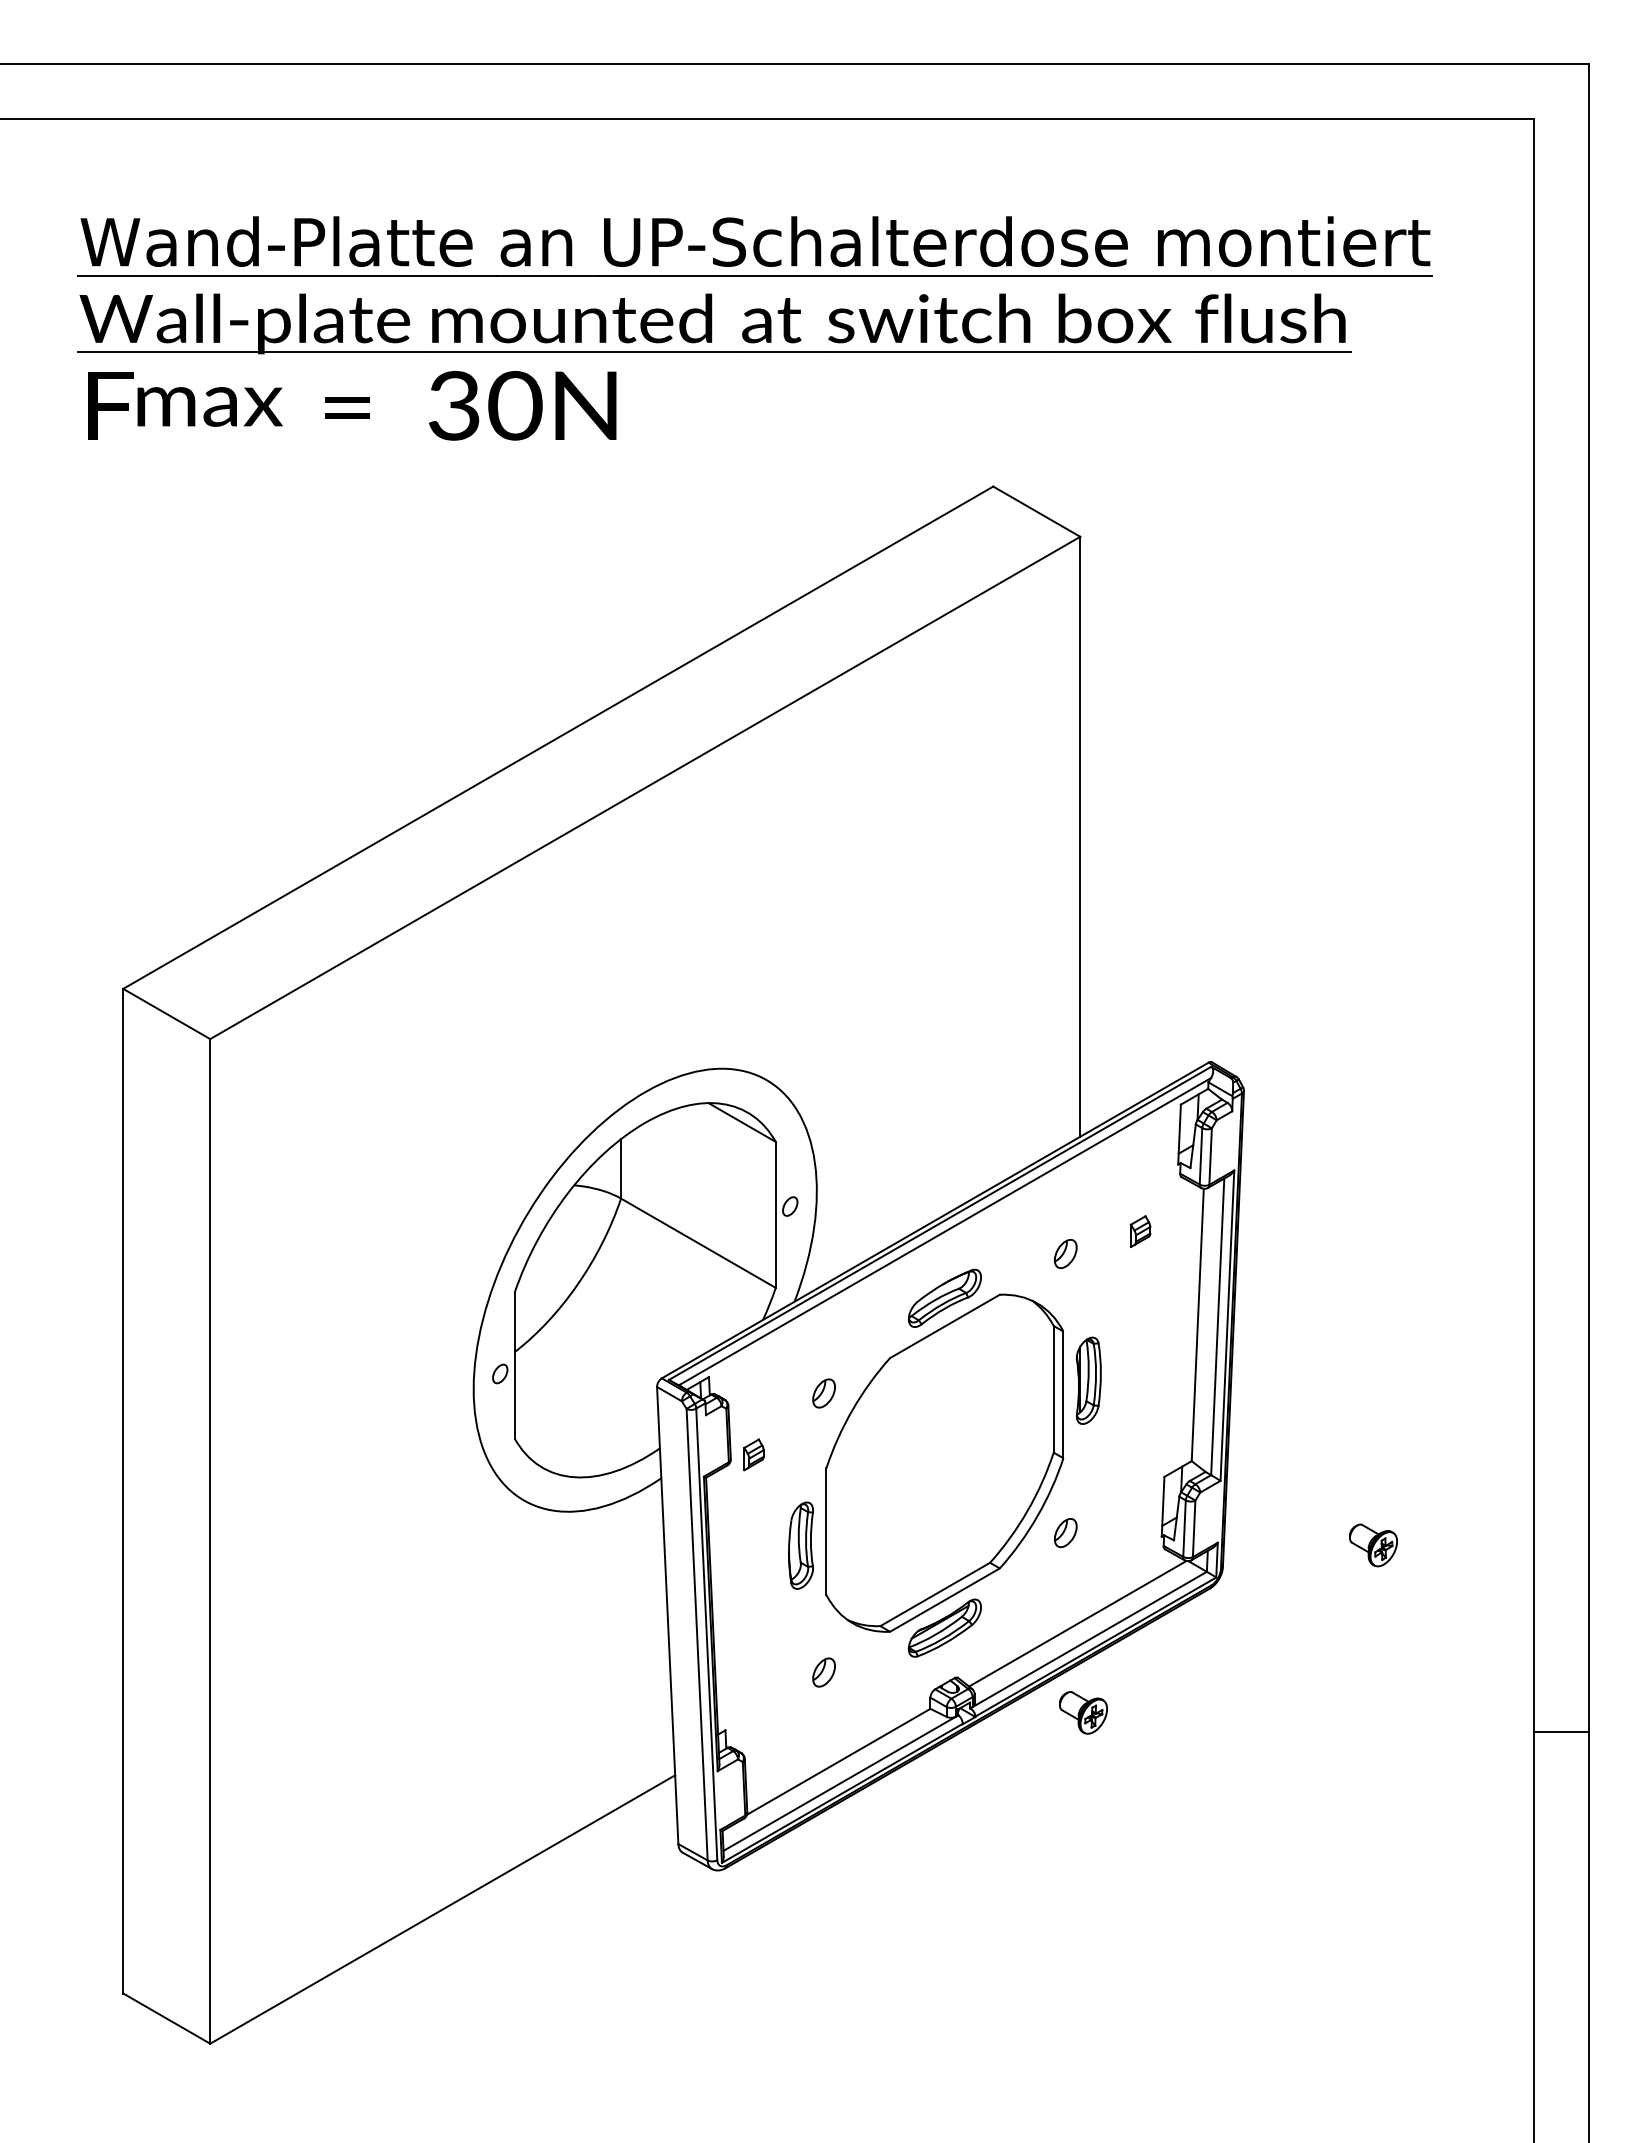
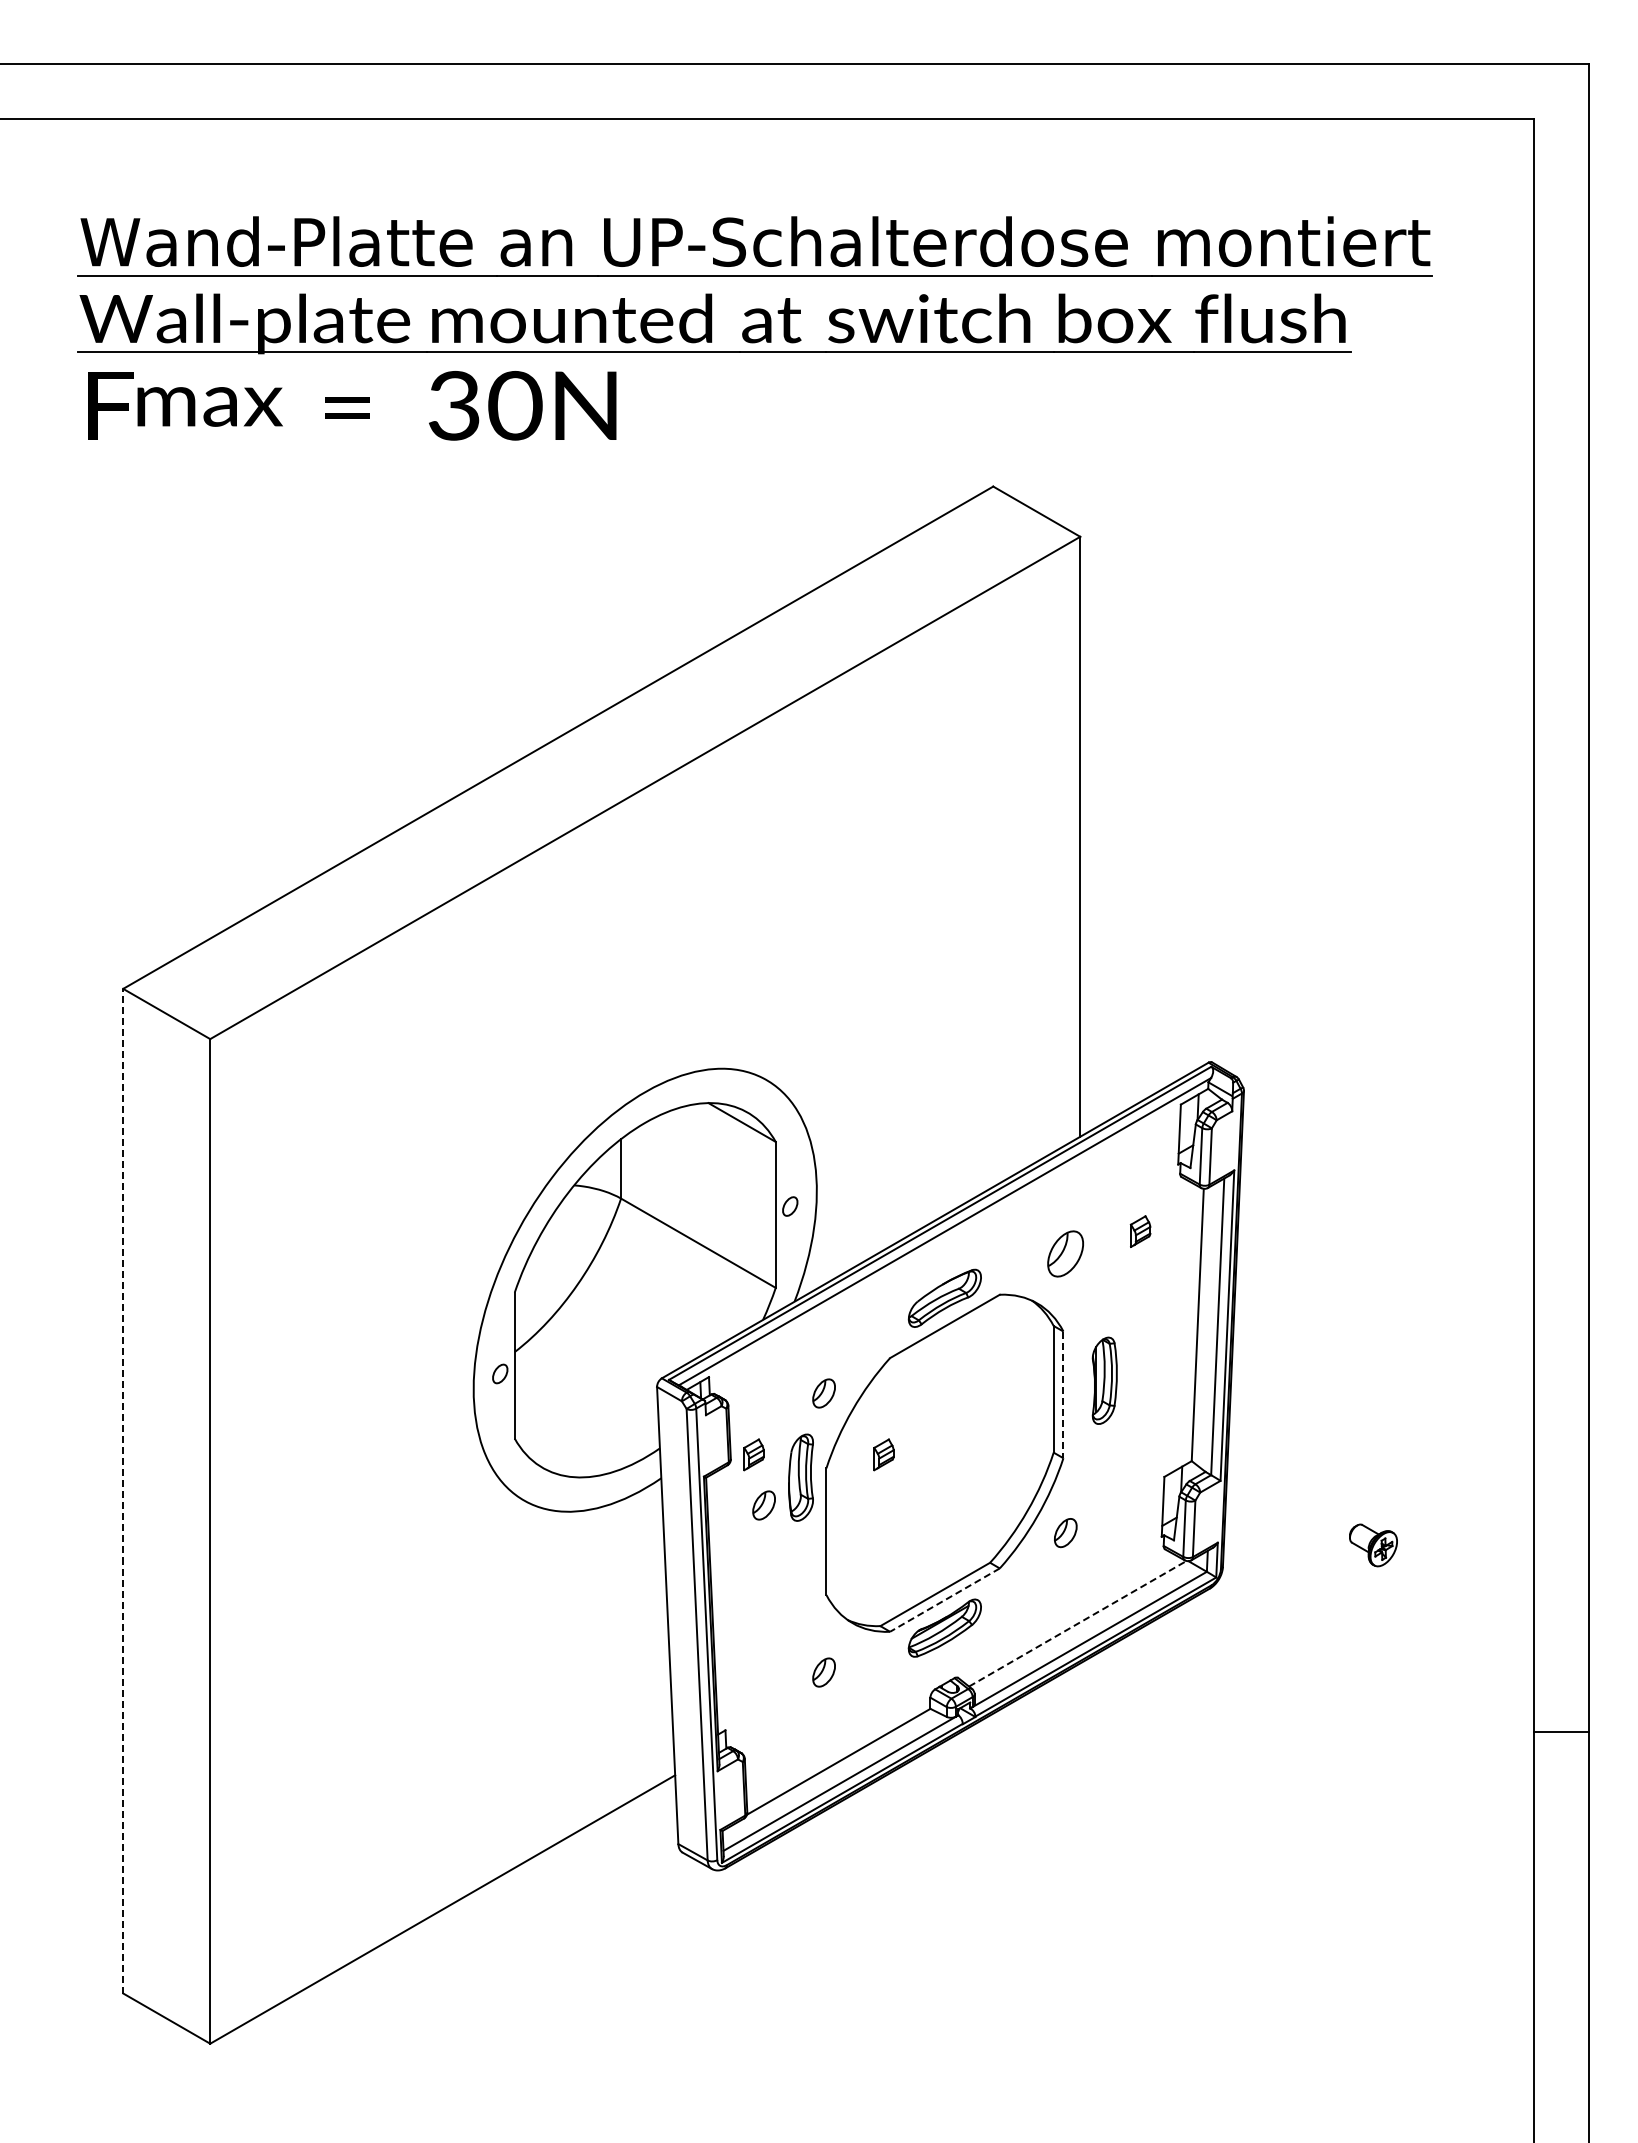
part at (1065, 1253) size: 24x30 px -> 37x48 px
part at (1088, 1380) position: (1088, 1380) -> (1104, 1380)
line at (1063, 1395): solid -> dashed
part at (883, 1454): none -> present
line at (123, 1490): solid -> dashed
part at (763, 1505): none -> present
part at (800, 1545) position: (800, 1545) -> (800, 1477)
line at (944, 1600): solid -> dashed
line at (1077, 1623): solid -> dashed
part at (1083, 1712): present -> none
